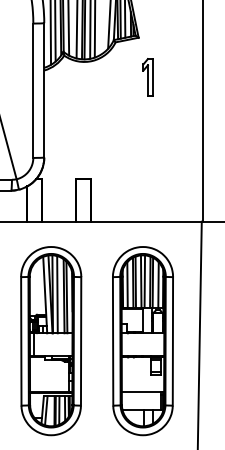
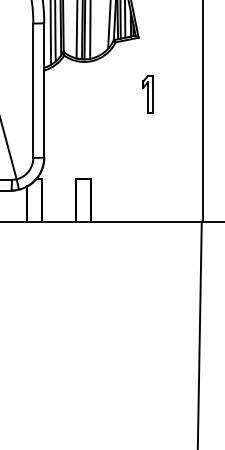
line at (68, 28): present -> none
line at (94, 29): present -> none
part at (147, 77) position: (147, 77) -> (147, 94)
part at (51, 341): present -> none
part at (142, 341): present -> none
